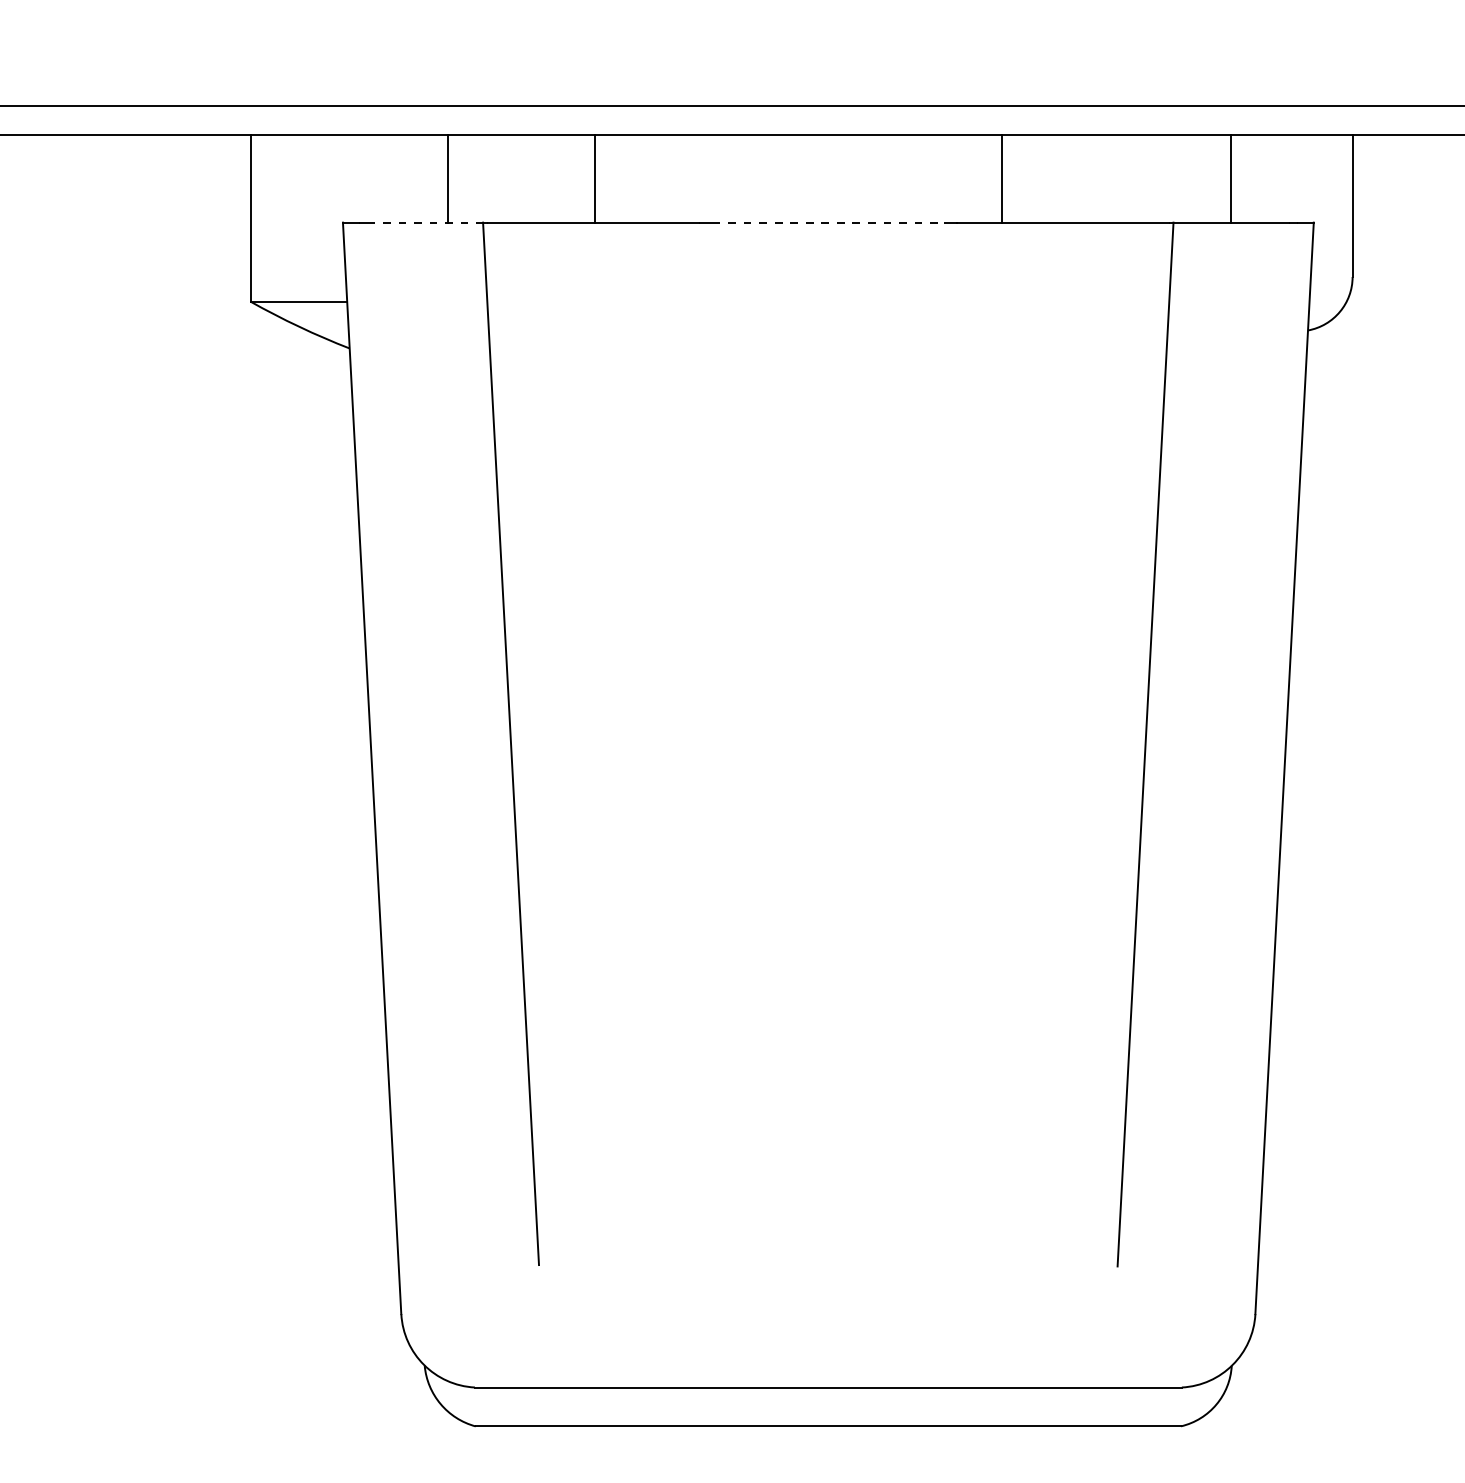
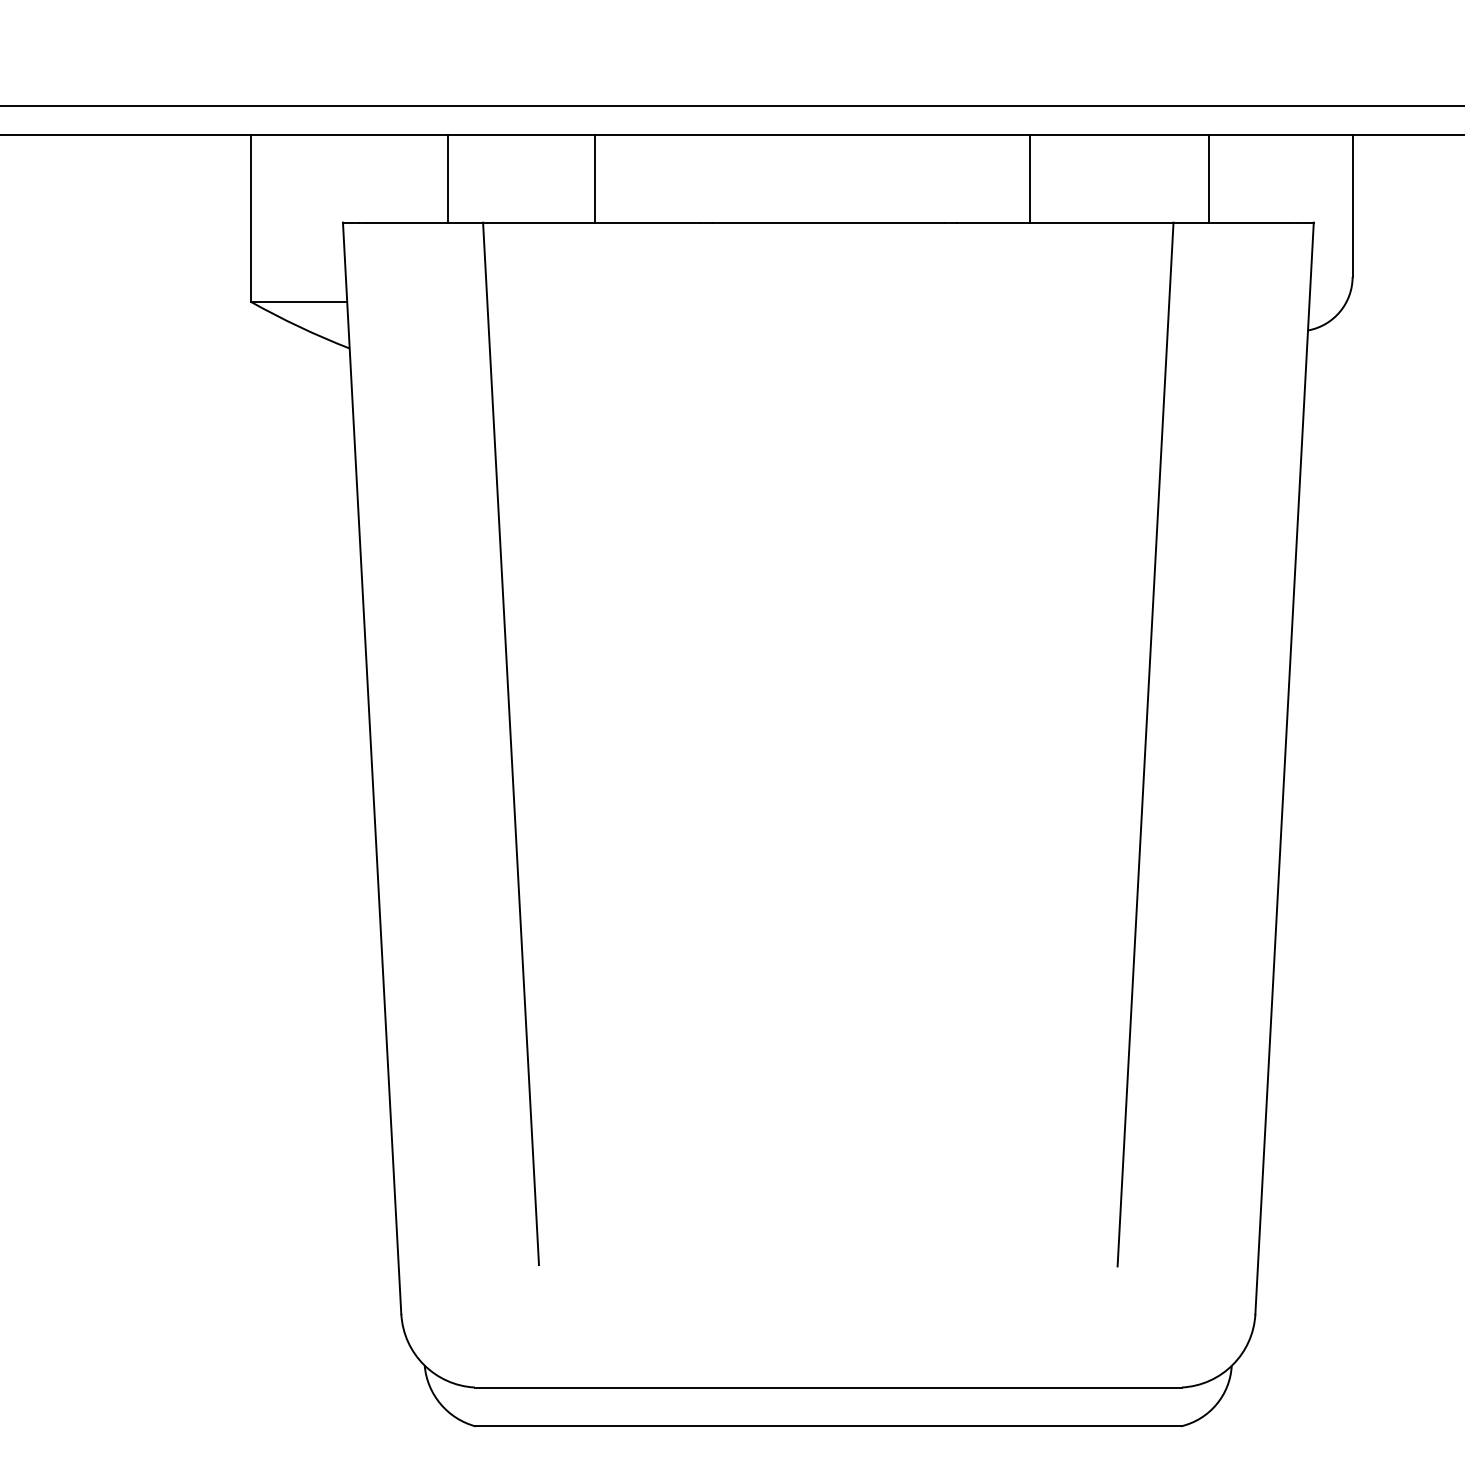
line at (1002, 178) position: (1002, 178) -> (1030, 178)
line at (1230, 178) position: (1230, 178) -> (1208, 178)
line at (425, 222): dashed -> solid
line at (828, 222): dashed -> solid
